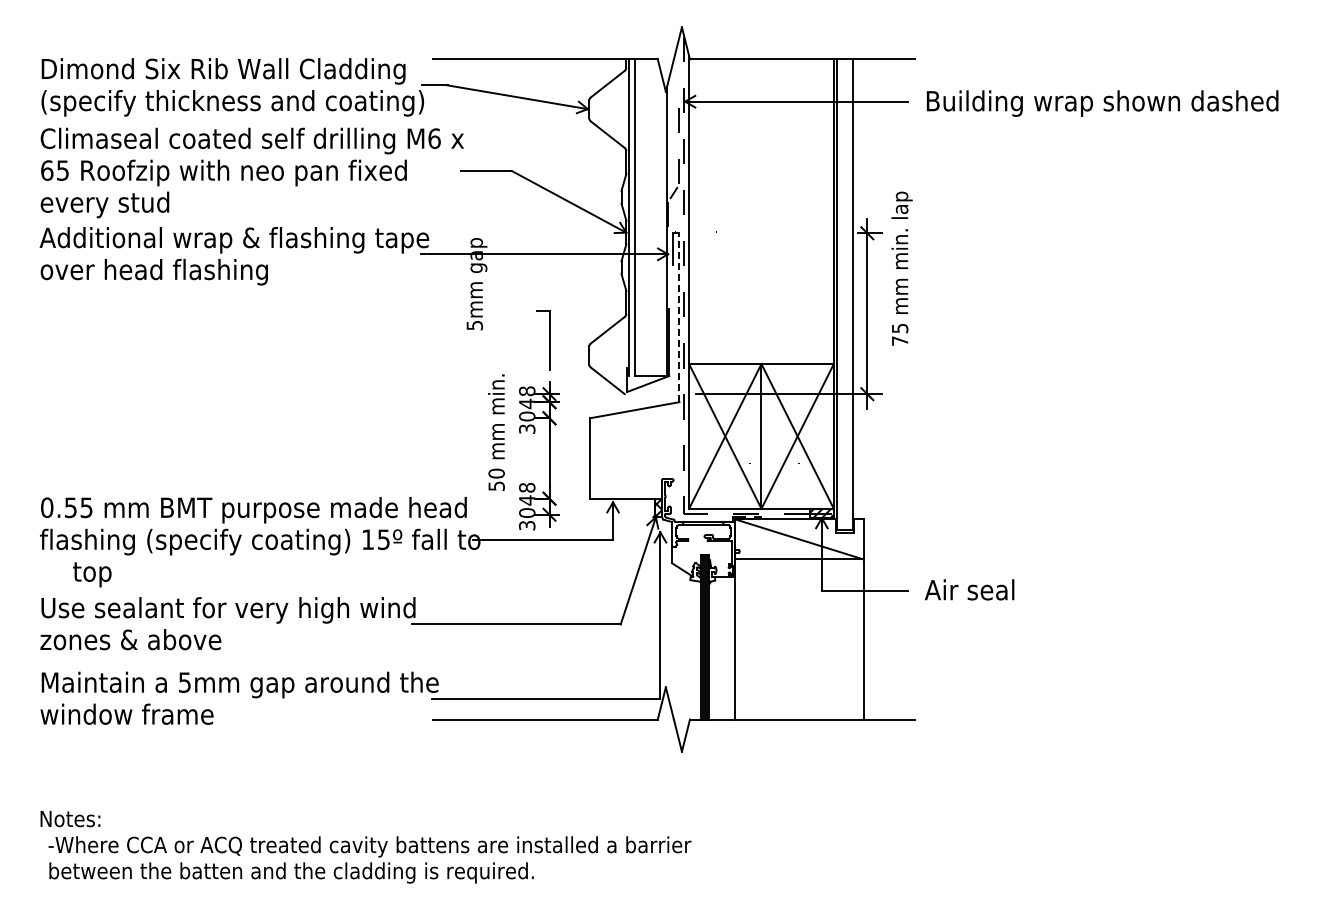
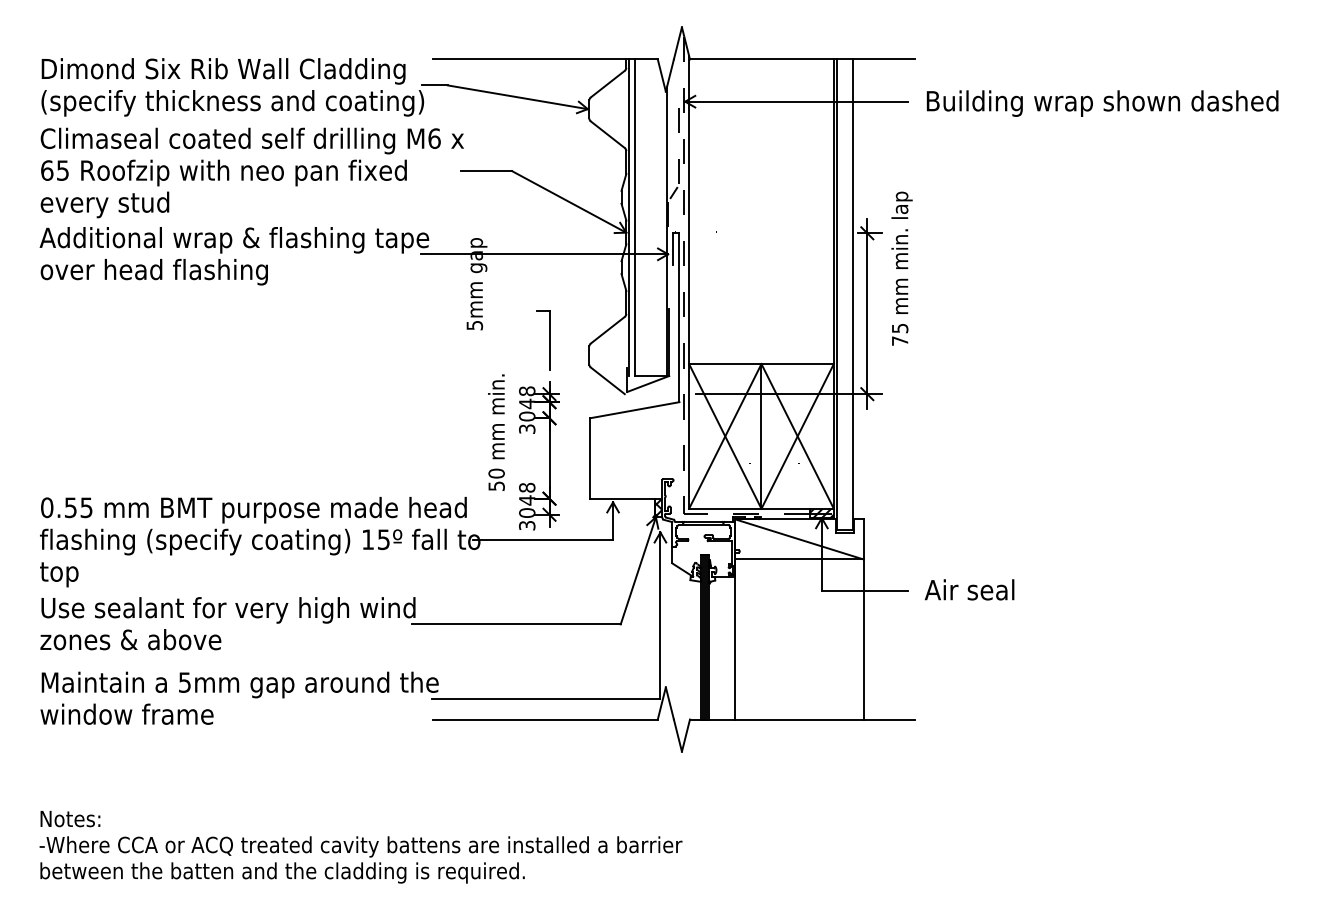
line at (679, 317): dashed -> solid
text at (92, 574) position: (92, 574) -> (59, 574)
text at (369, 859) position: (369, 859) -> (360, 859)
